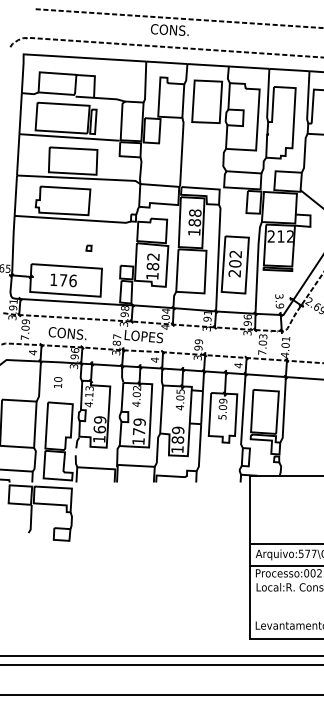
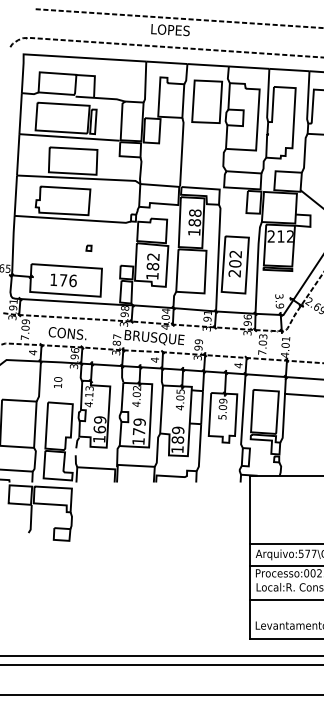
text at (169, 30): CONS. -> LOPES
text at (155, 337): LOPES -> BRUSQUE
line at (302, 394): none -> present
line at (284, 600): none -> present
